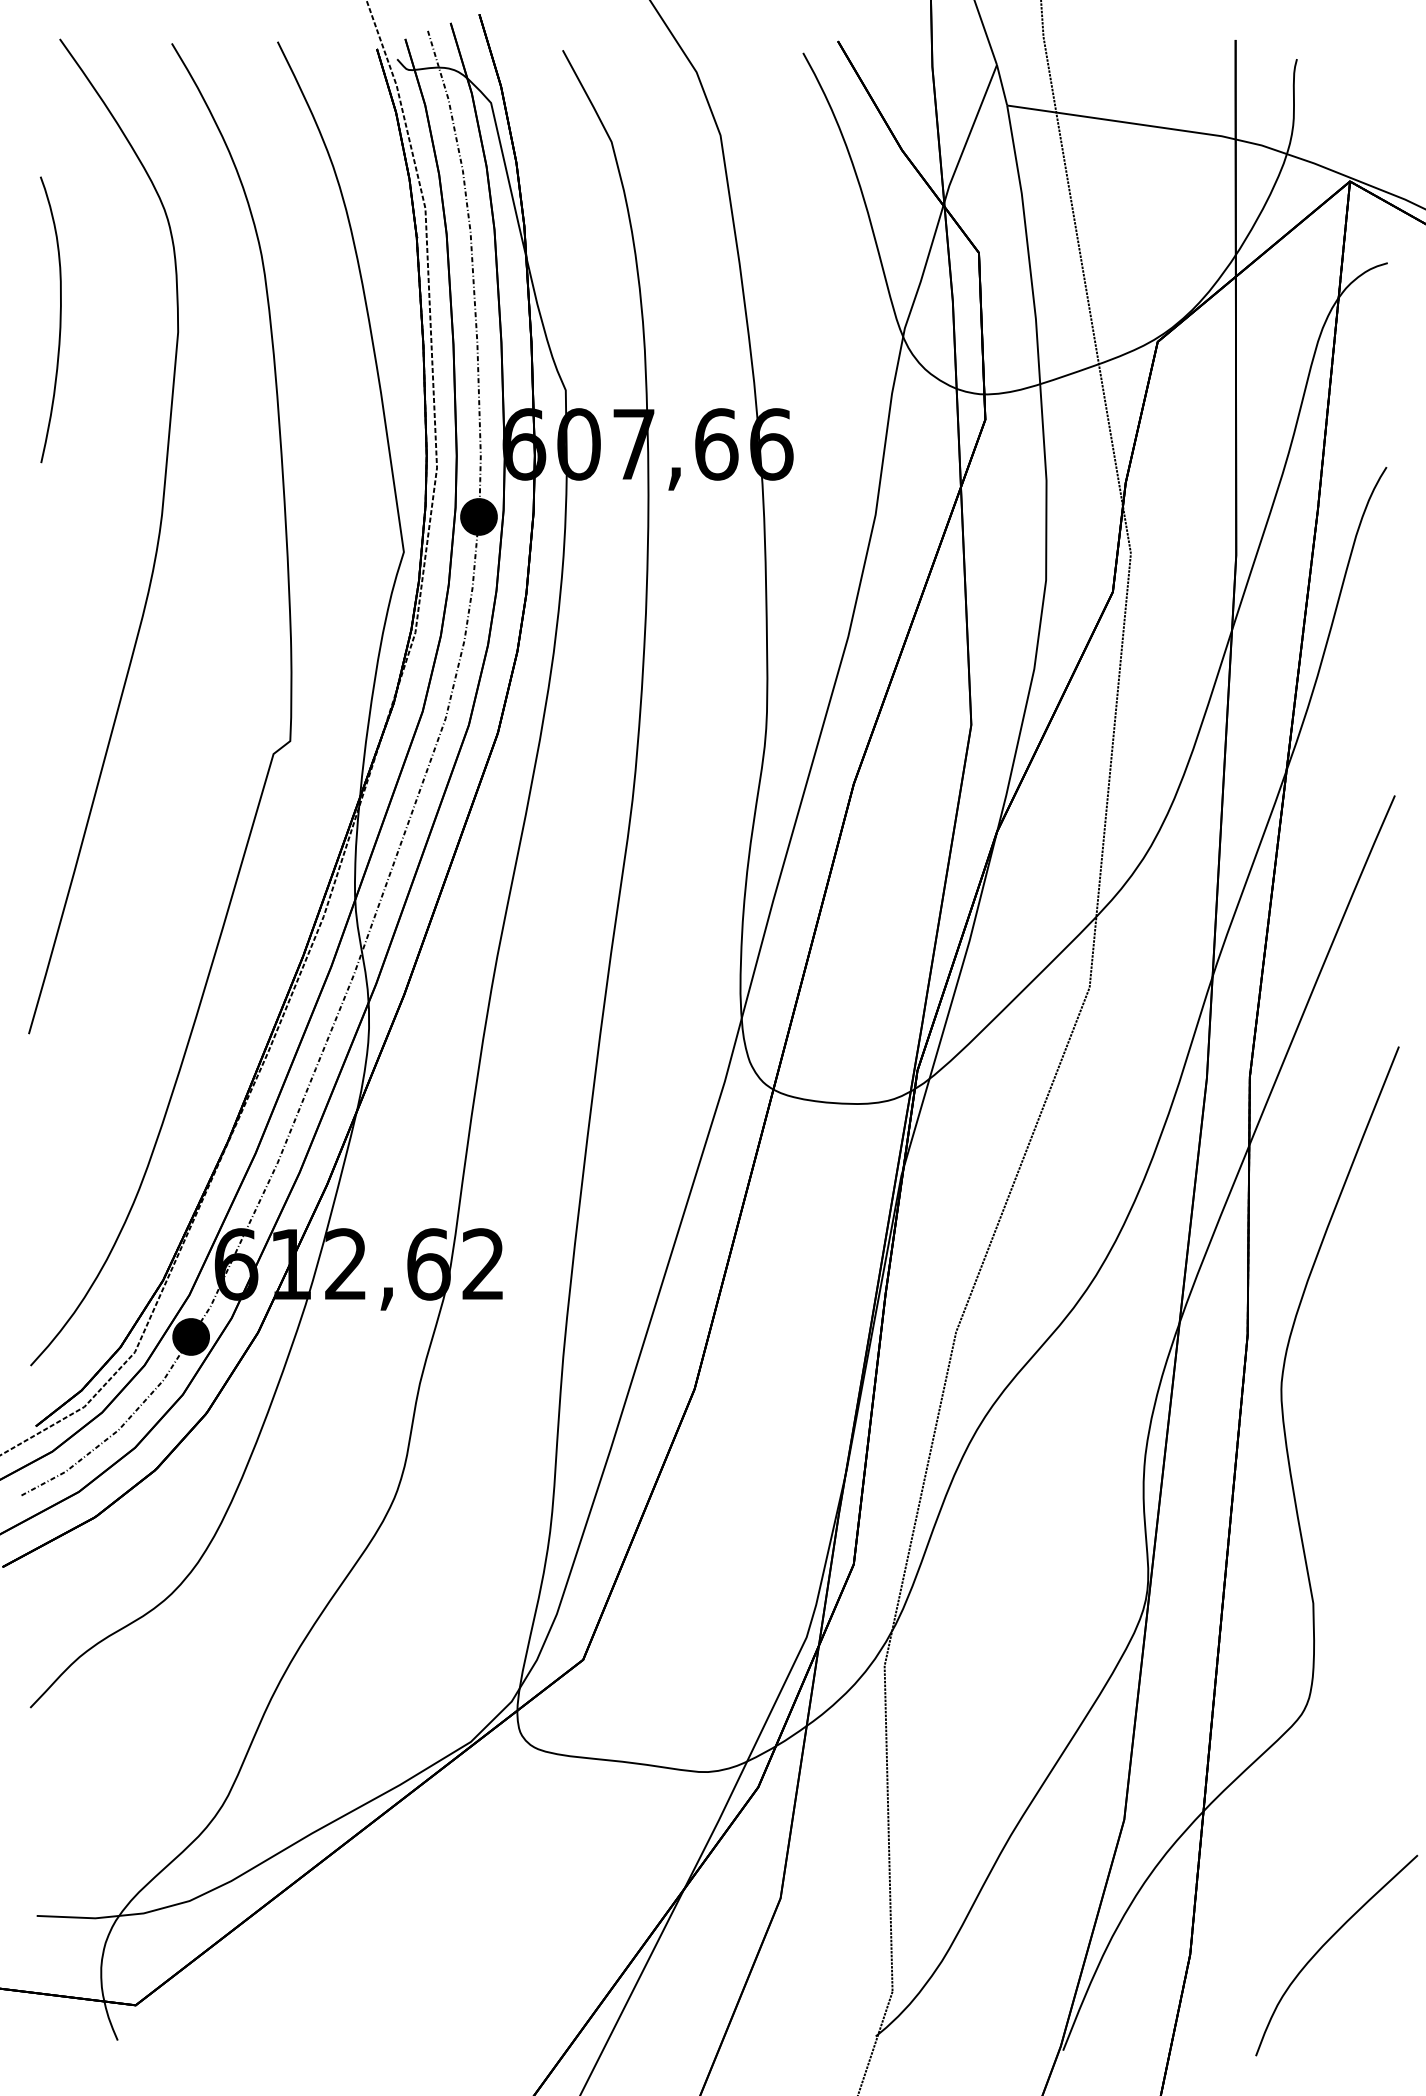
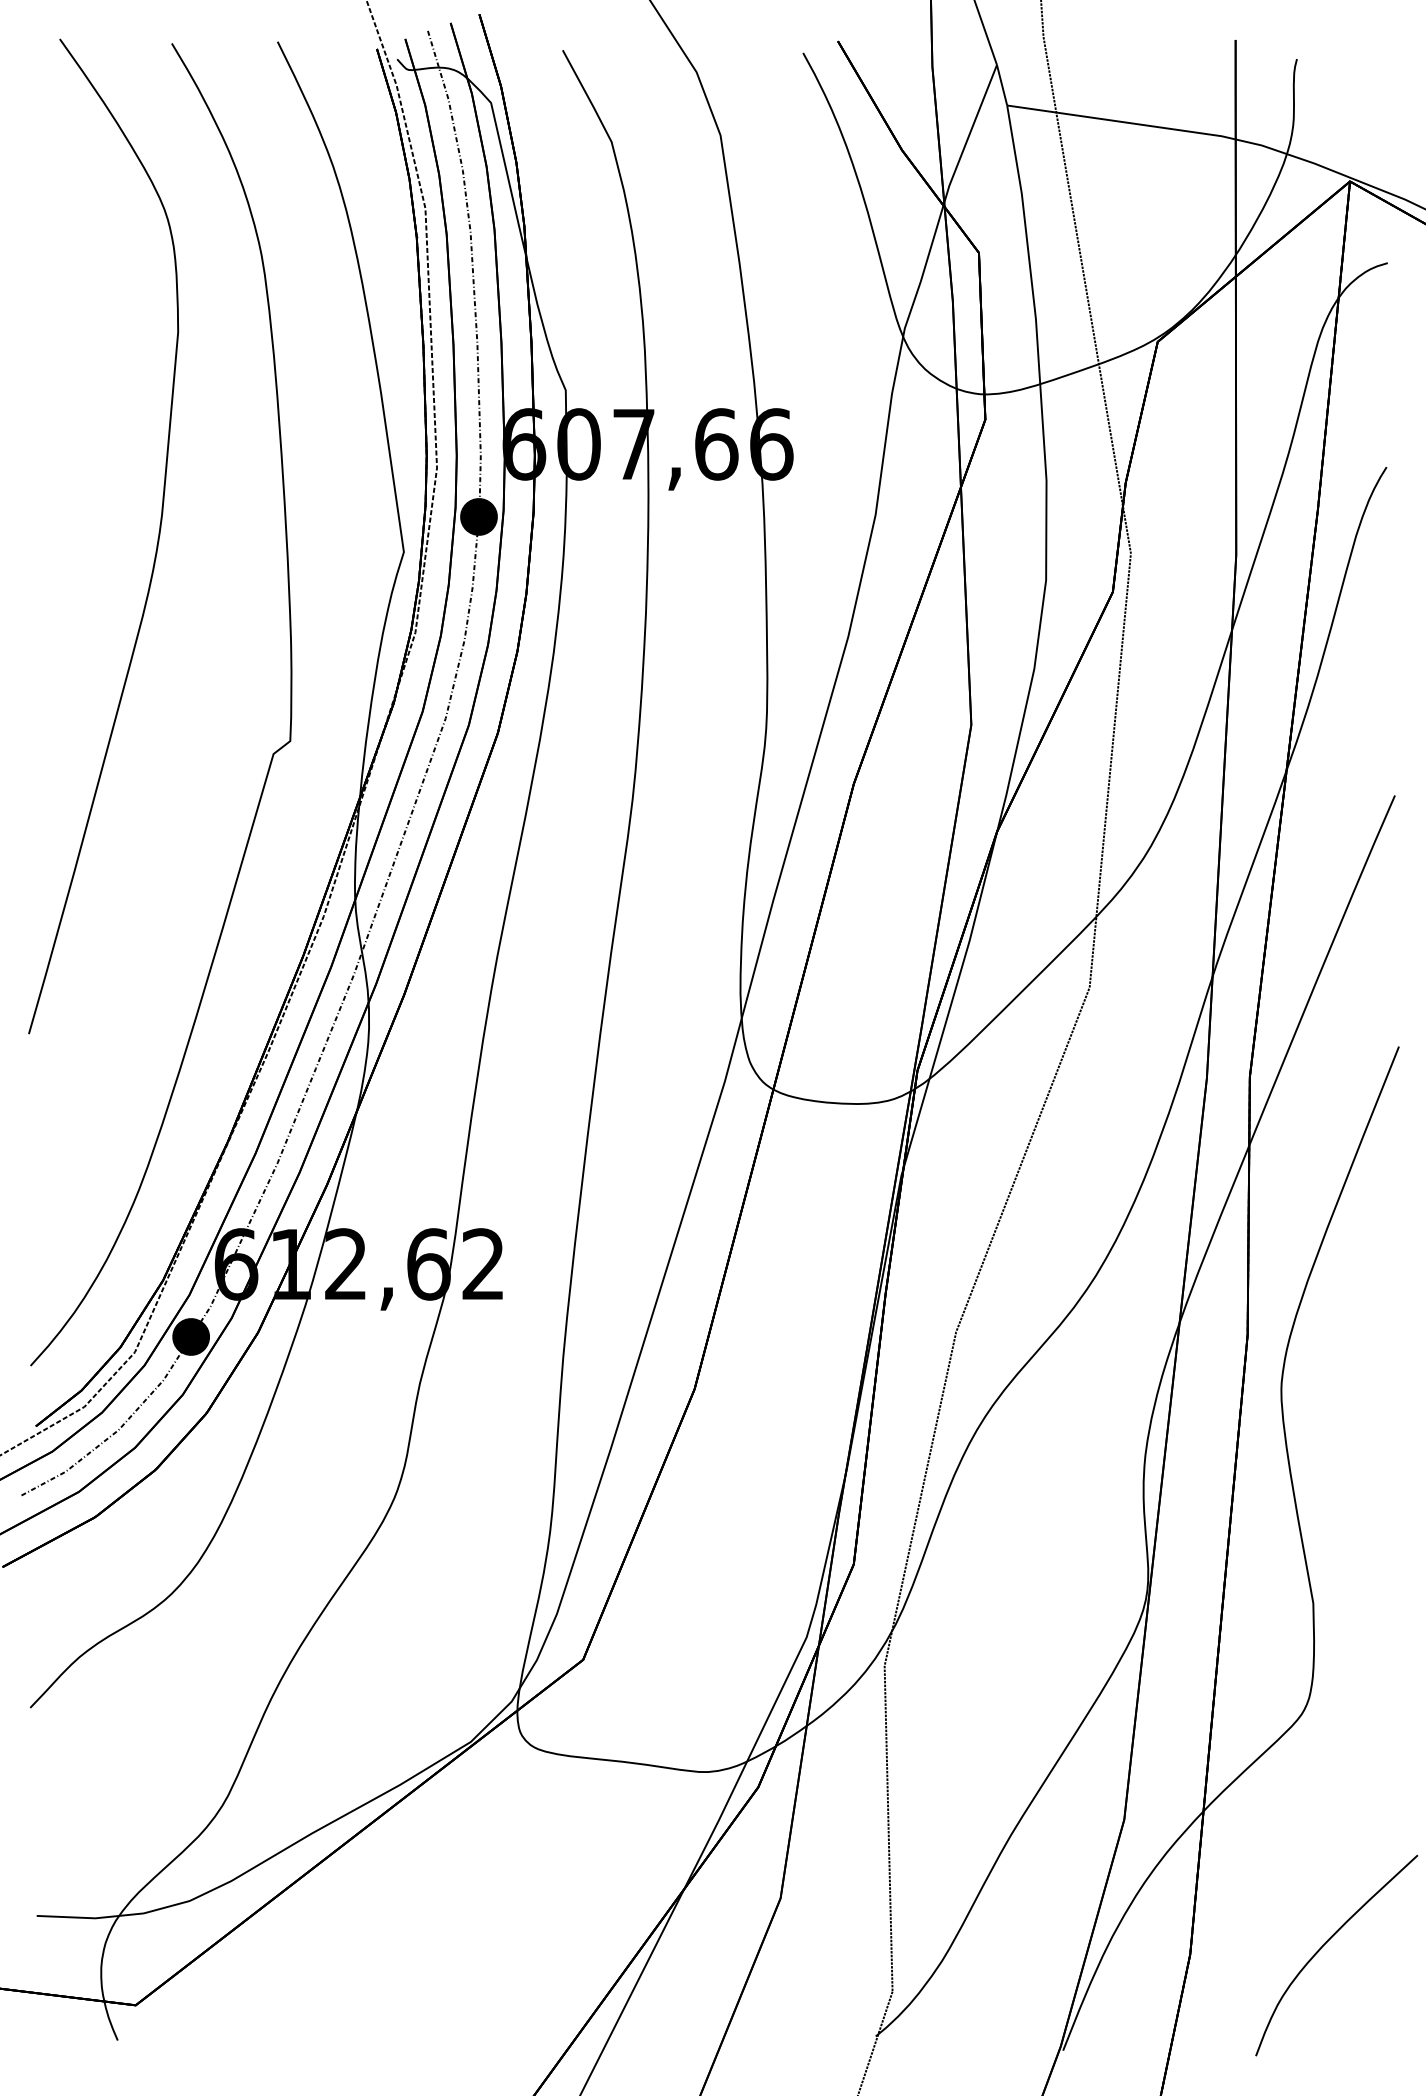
part at (59, 319): present -> none
